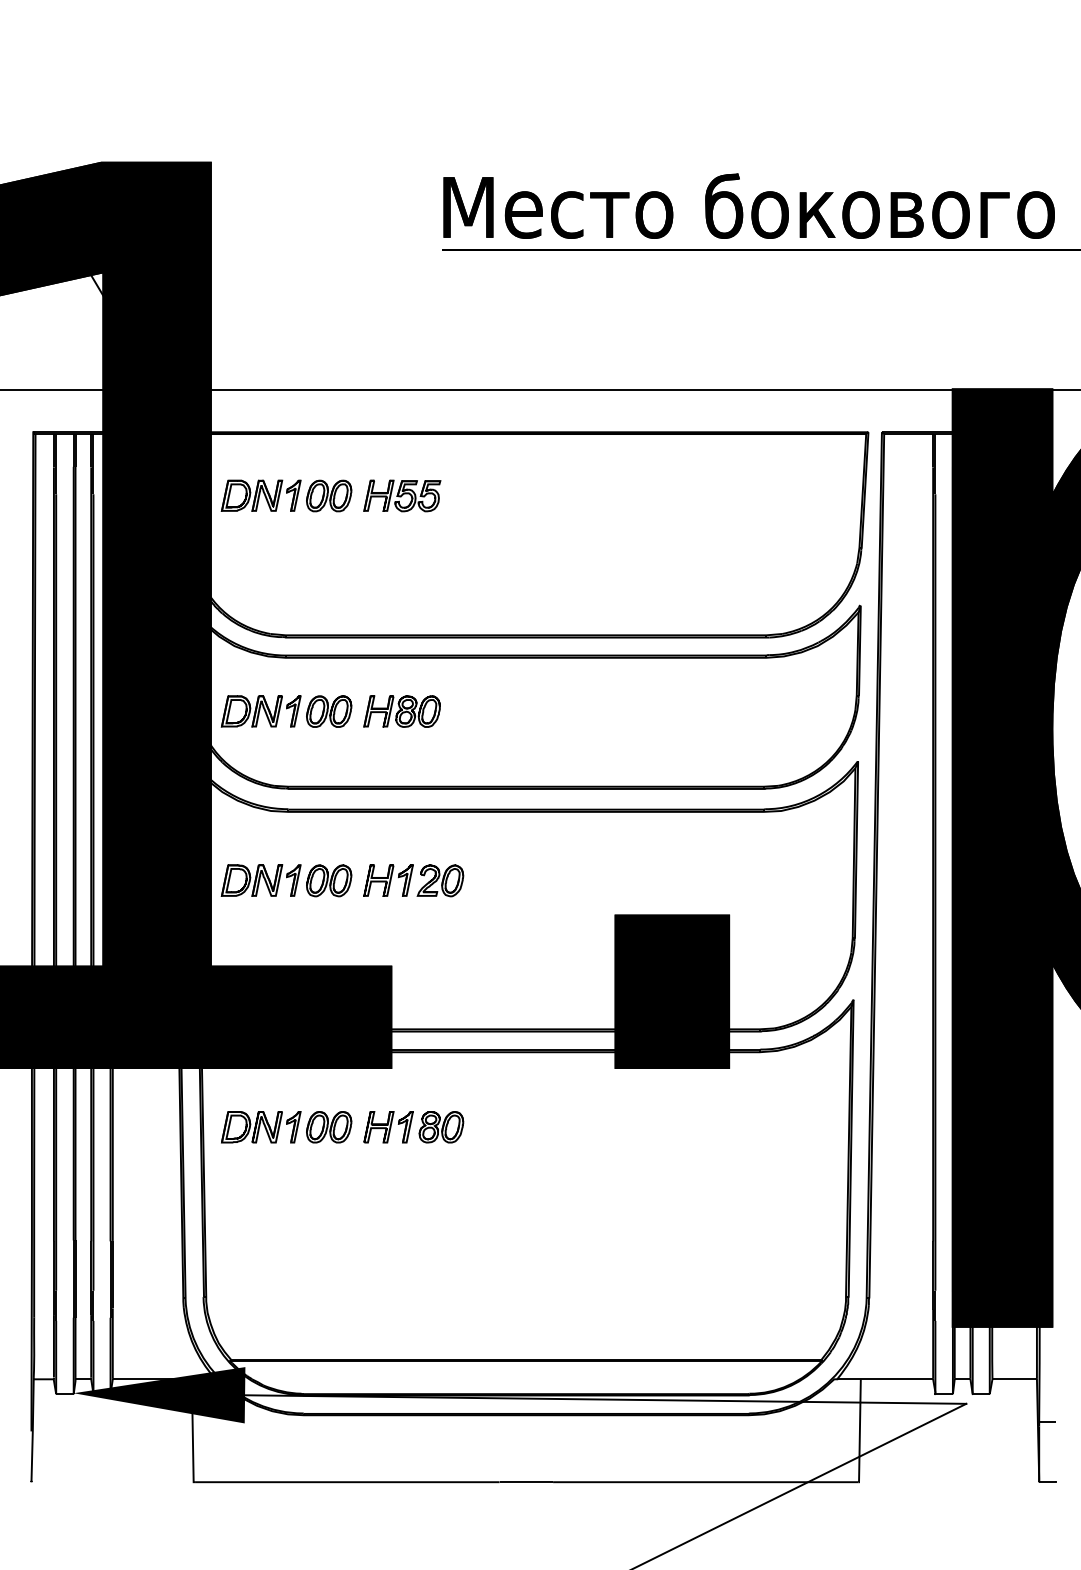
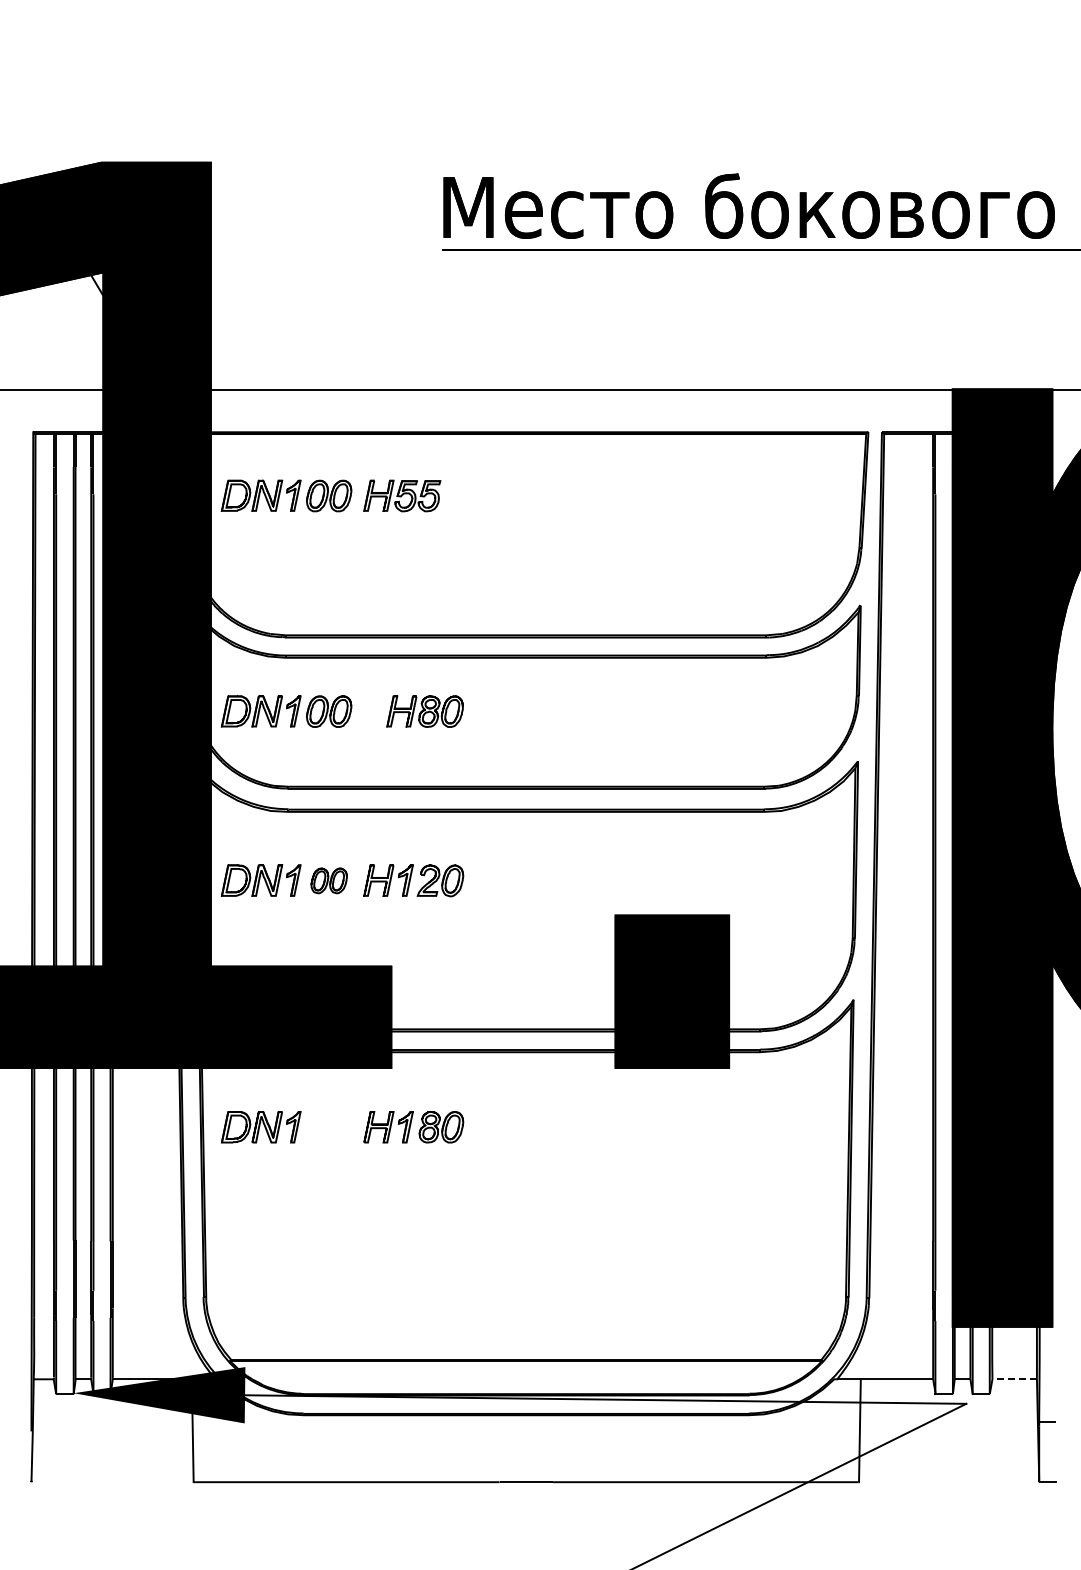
part at (401, 711) position: (401, 711) -> (424, 711)
part at (329, 880) size: 47x34 px -> 38x28 px
part at (329, 1127): present -> none
line at (1014, 1379): solid -> dashed
